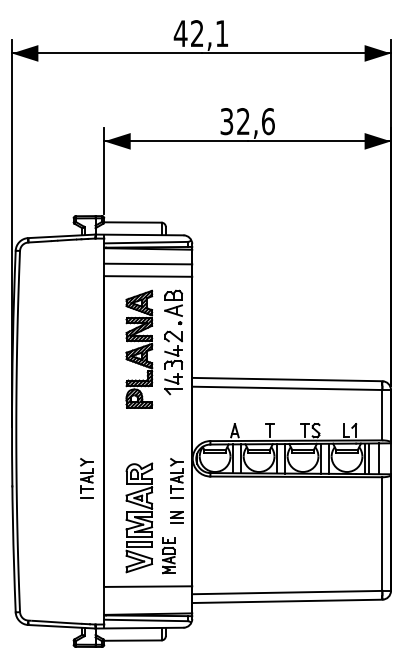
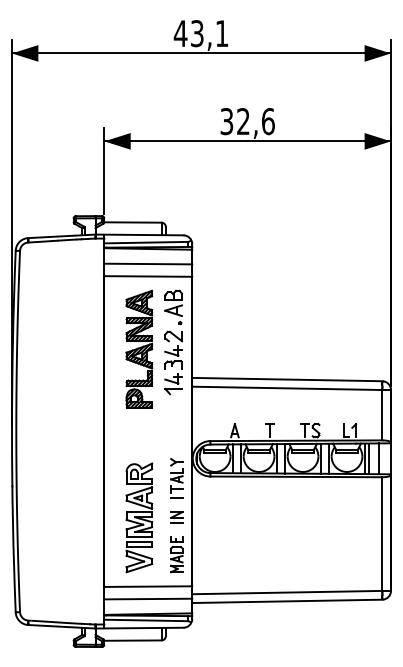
text at (197, 33): 42,1 -> 43,1
part at (86, 478): present -> none
part at (168, 555) position: (168, 555) -> (176, 554)
line at (148, 598): none -> present
